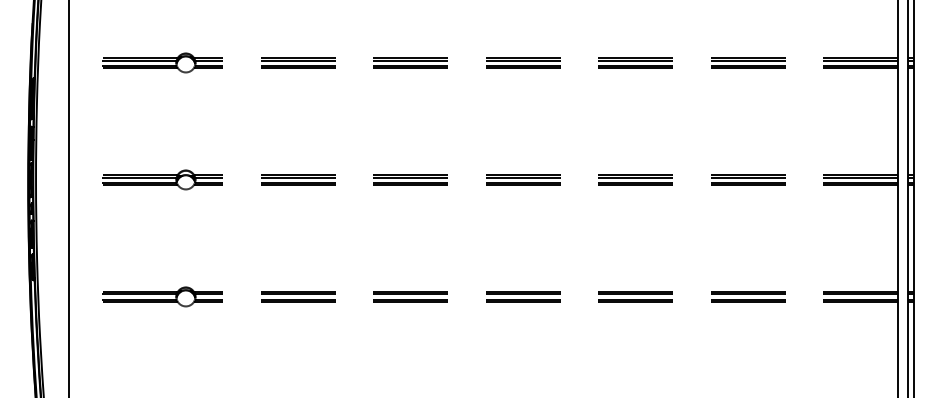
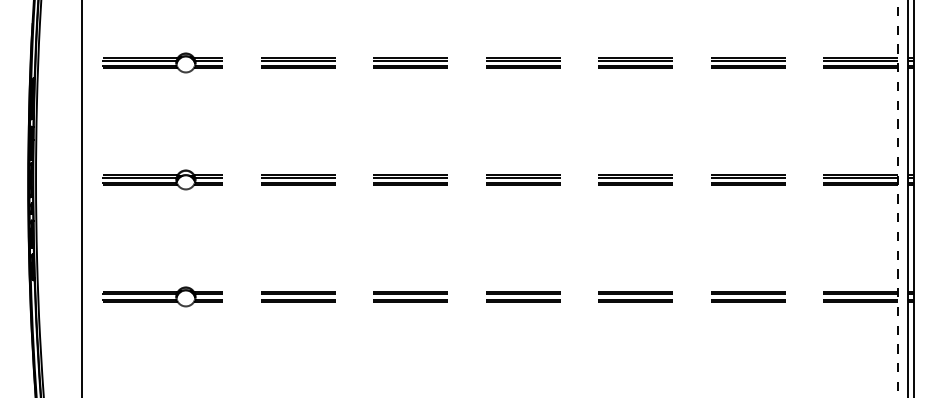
line at (68, 198) position: (68, 198) -> (81, 198)
line at (898, 199): solid -> dashed
